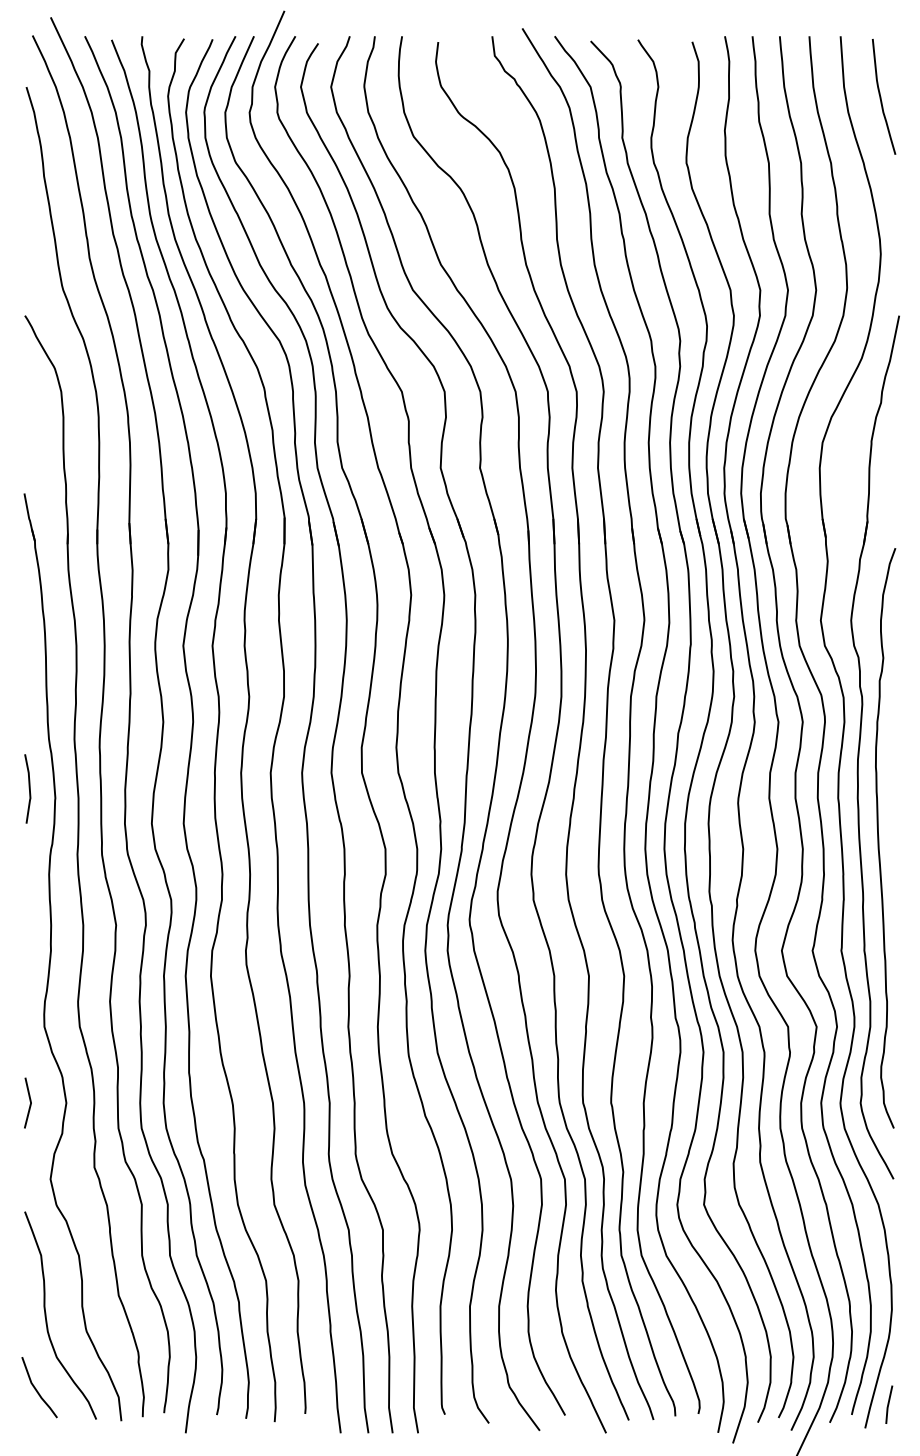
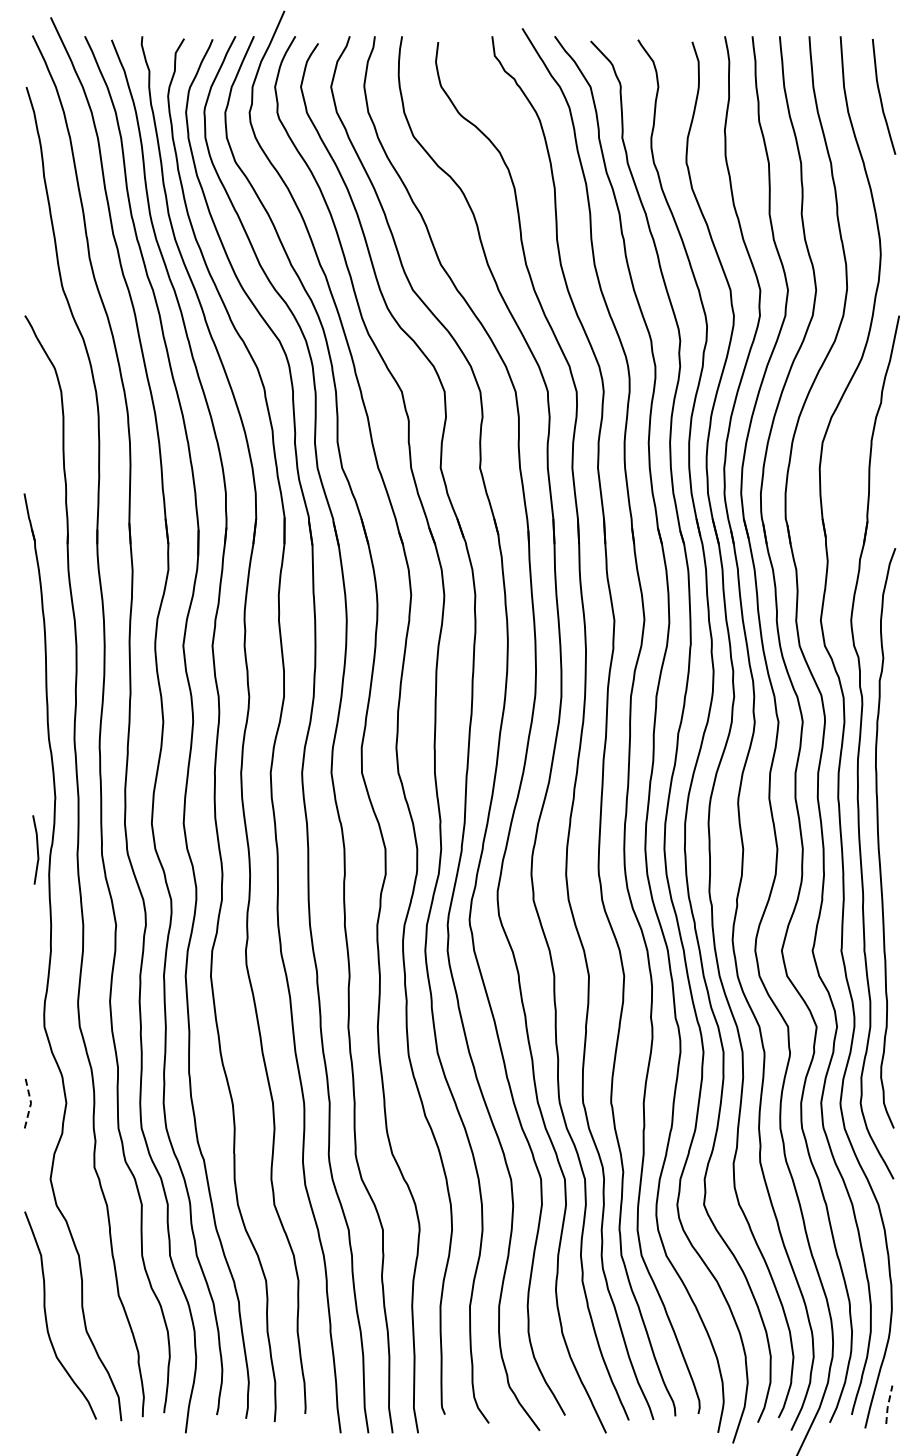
line at (28, 788) position: (28, 788) -> (36, 849)
line at (31, 1103): solid -> dashed
line at (36, 1388): present -> none
line at (888, 1404): solid -> dashed
